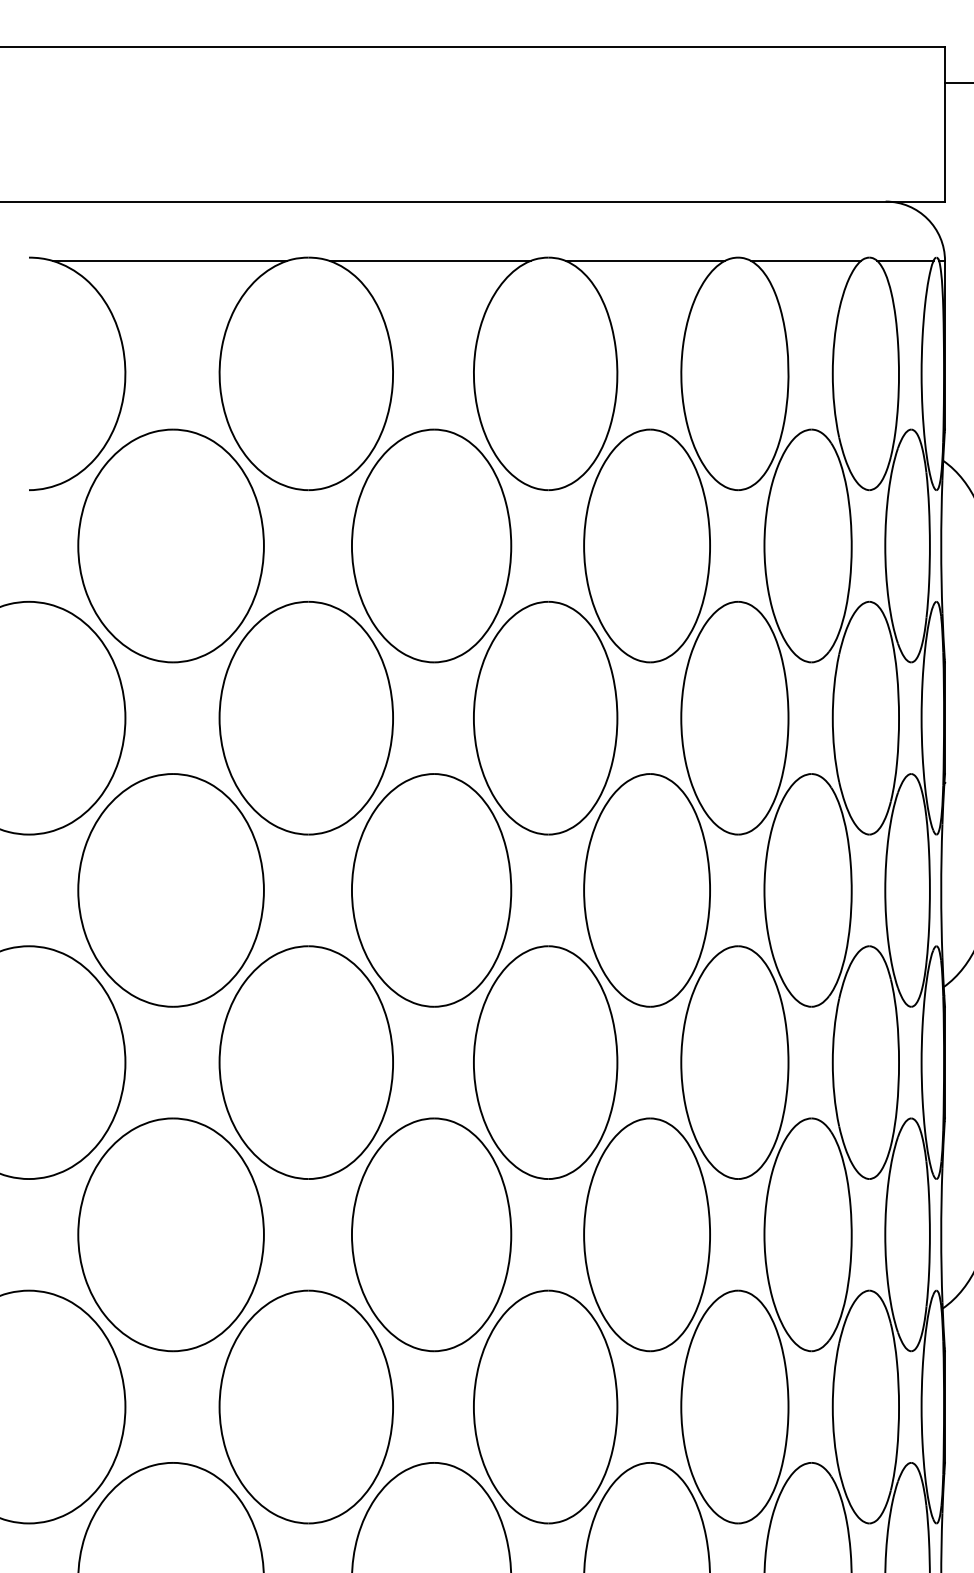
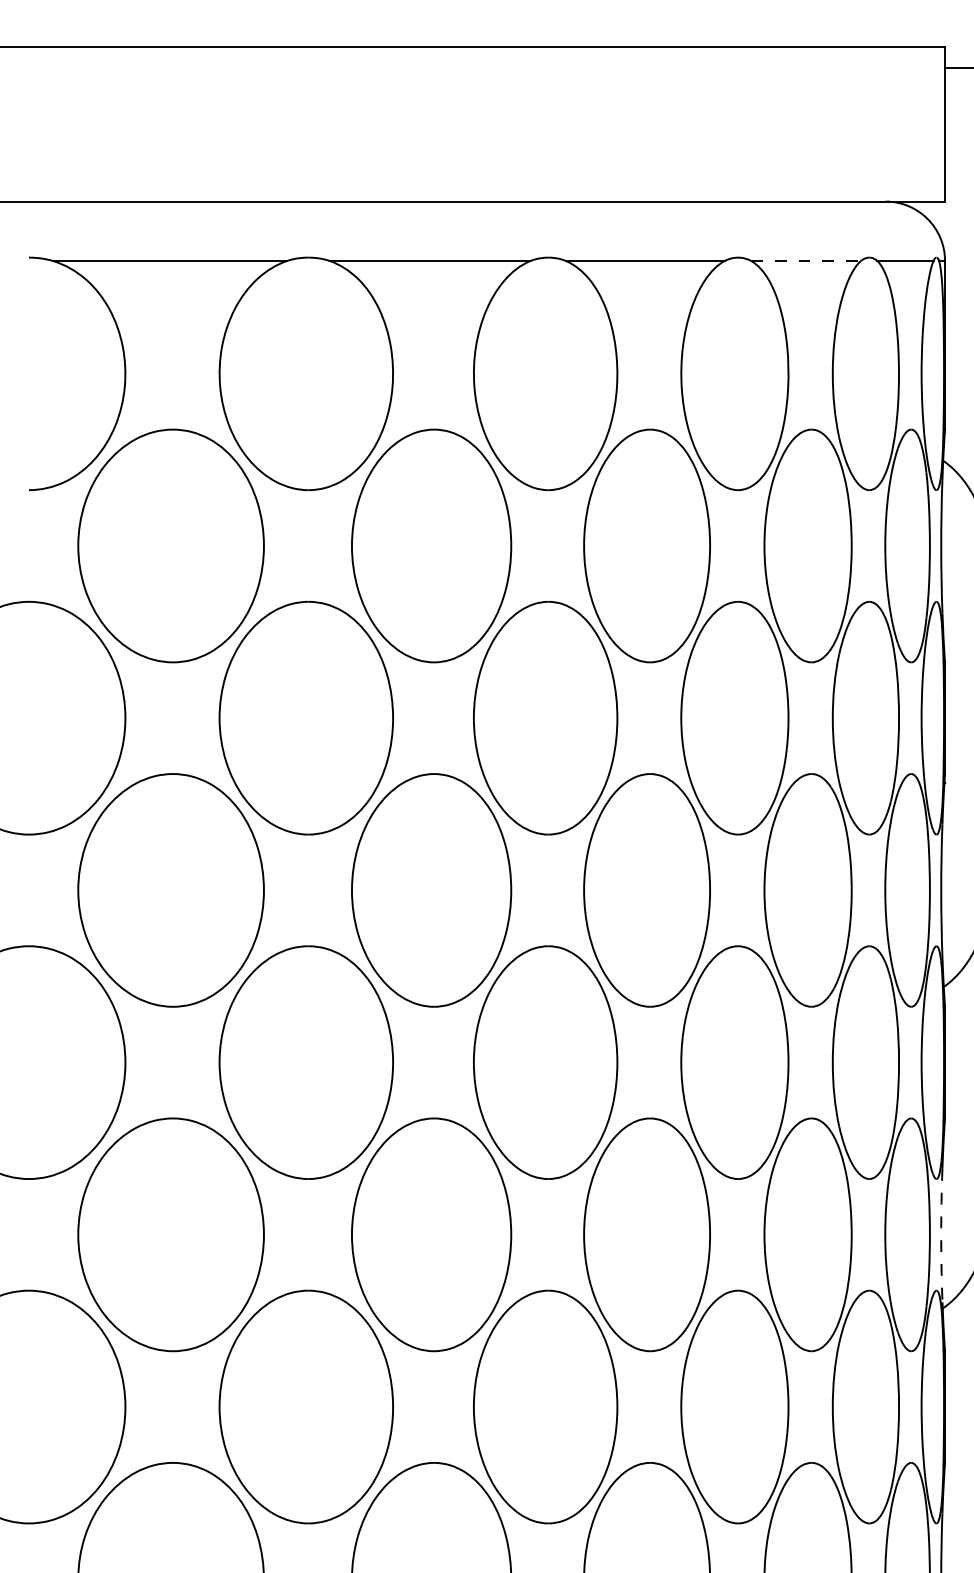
line at (957, 82) position: (957, 82) -> (957, 67)
line at (806, 260): solid -> dashed
arc at (941, 1235): solid -> dashed
